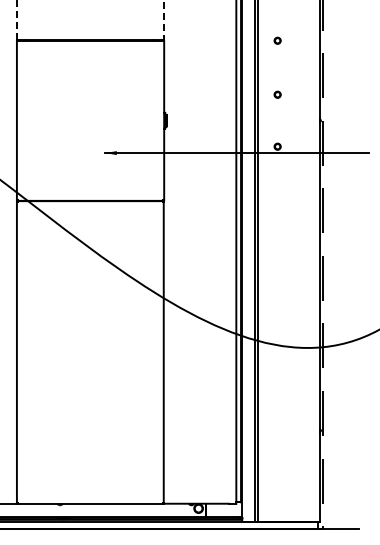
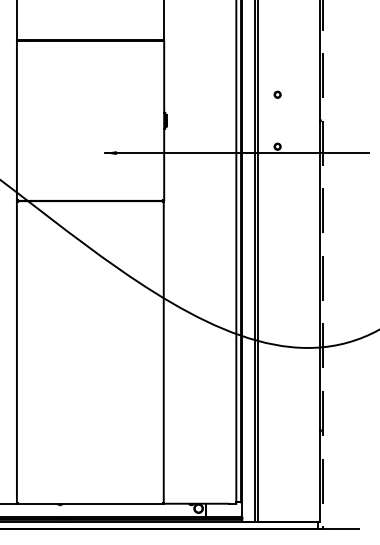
line at (16, 19): dashed -> solid
line at (163, 20): dashed -> solid
part at (277, 40): present -> none
